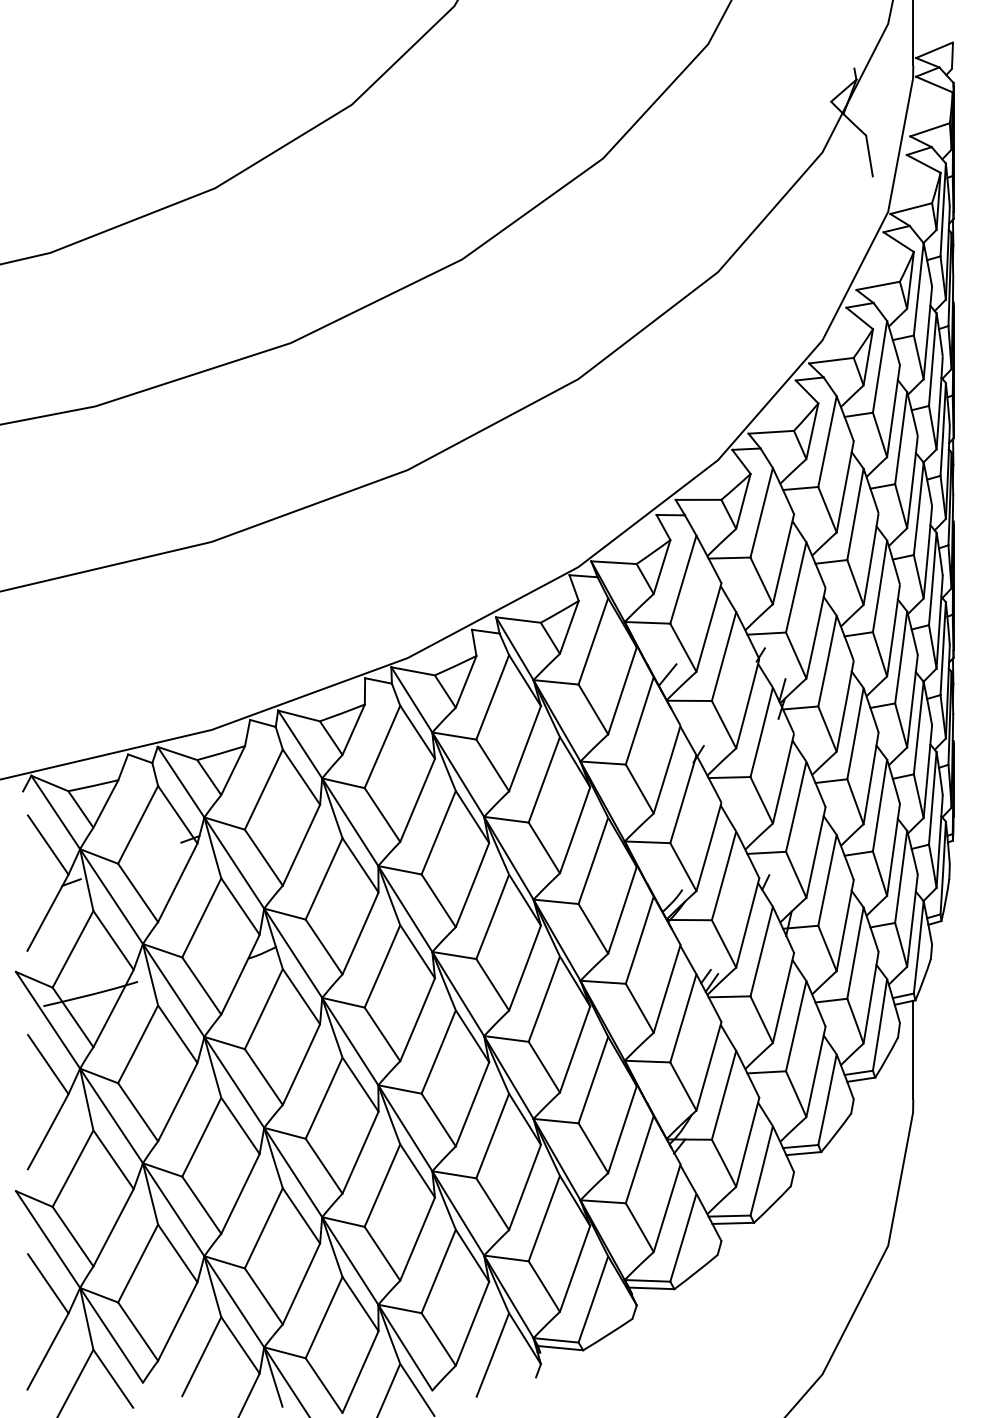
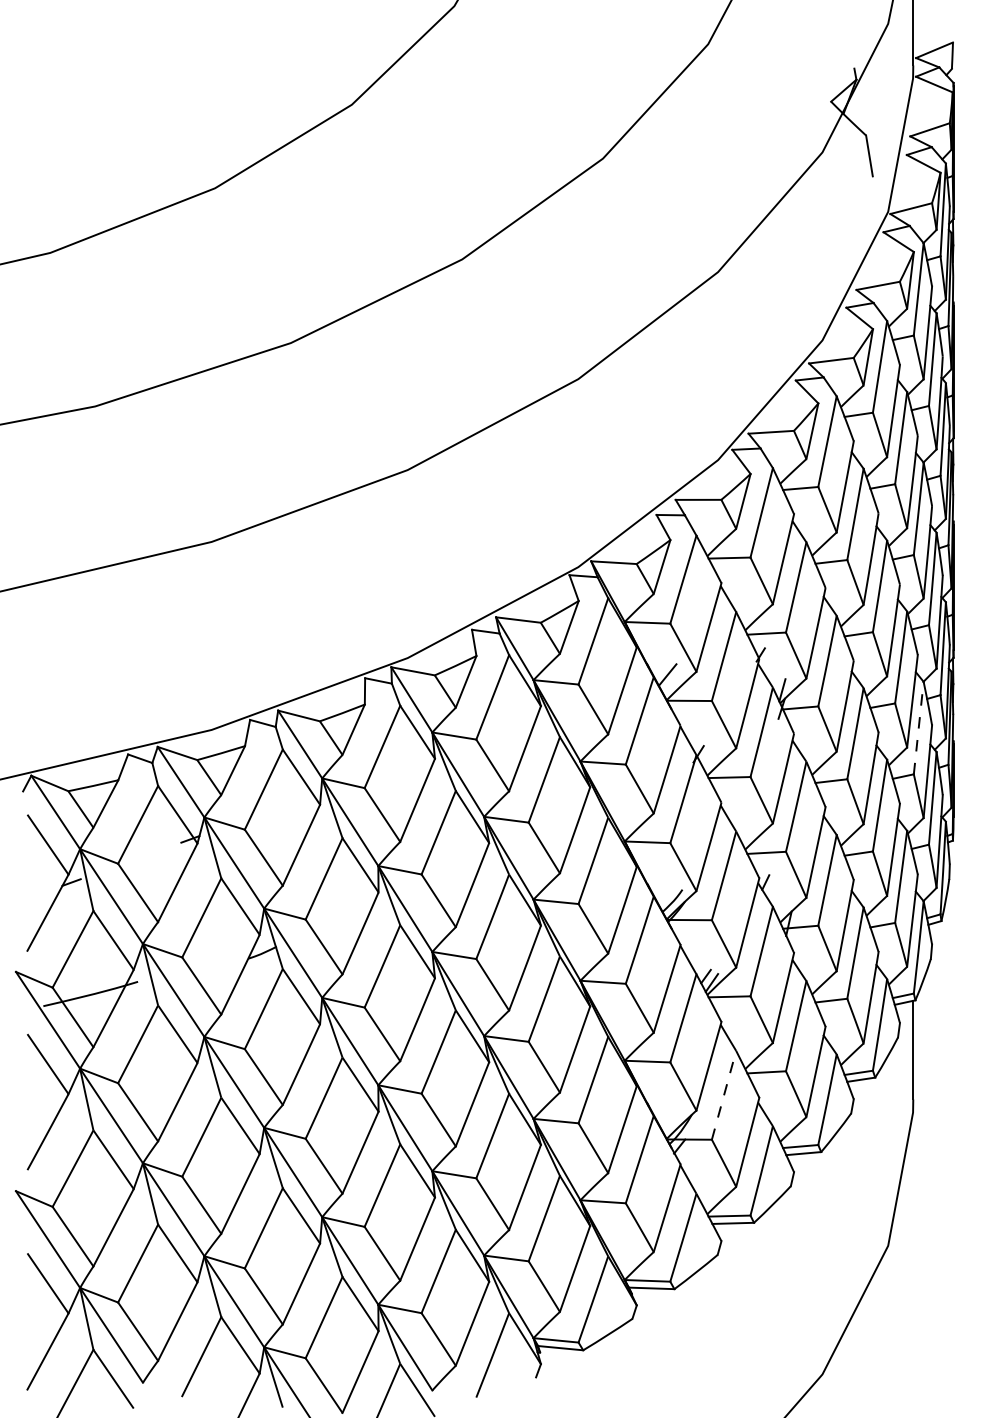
line at (918, 728): solid -> dashed
line at (724, 1094): solid -> dashed
